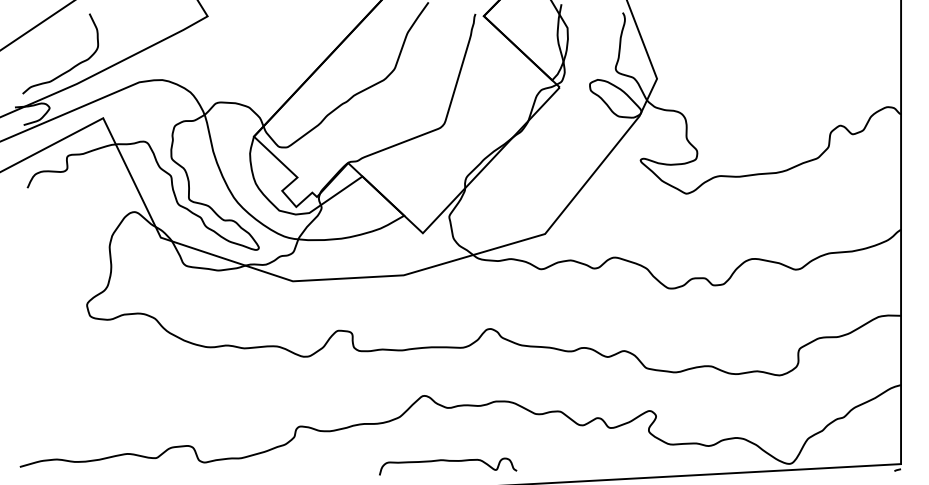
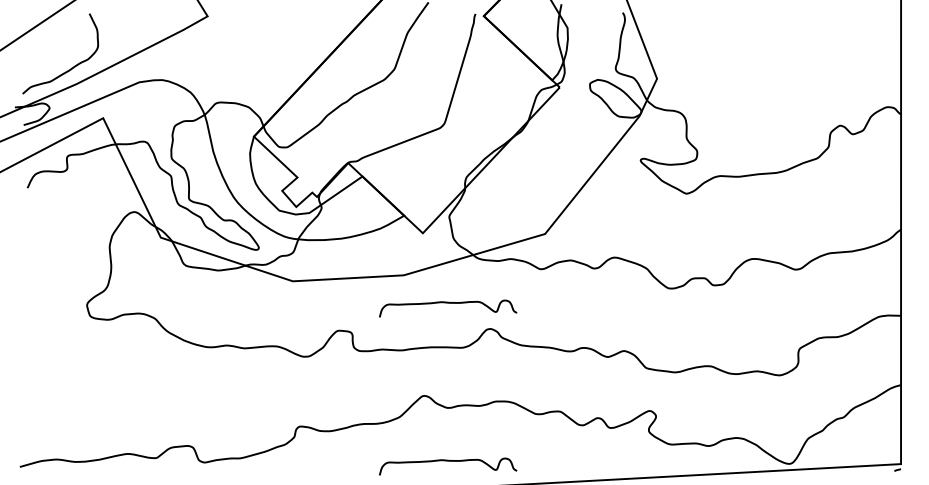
curve at (448, 303): none -> present
